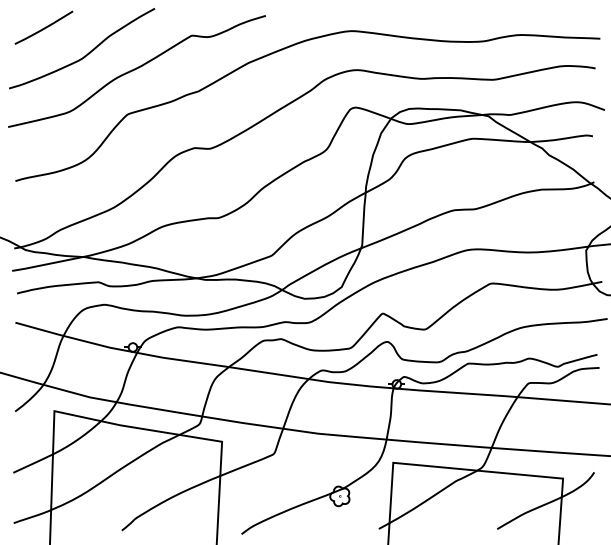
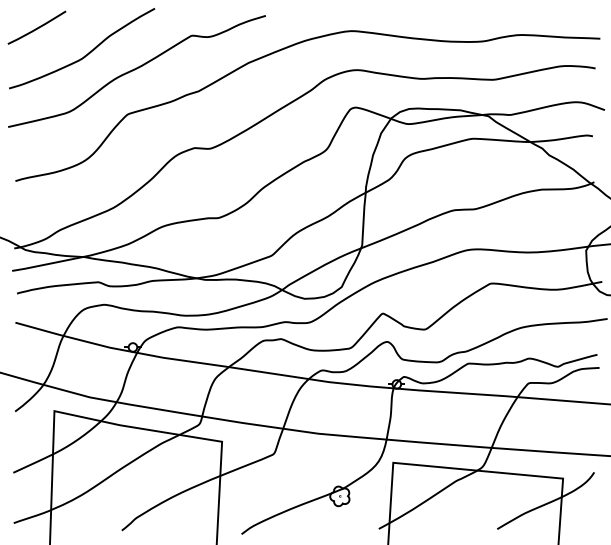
line at (44, 27) position: (44, 27) -> (37, 27)
